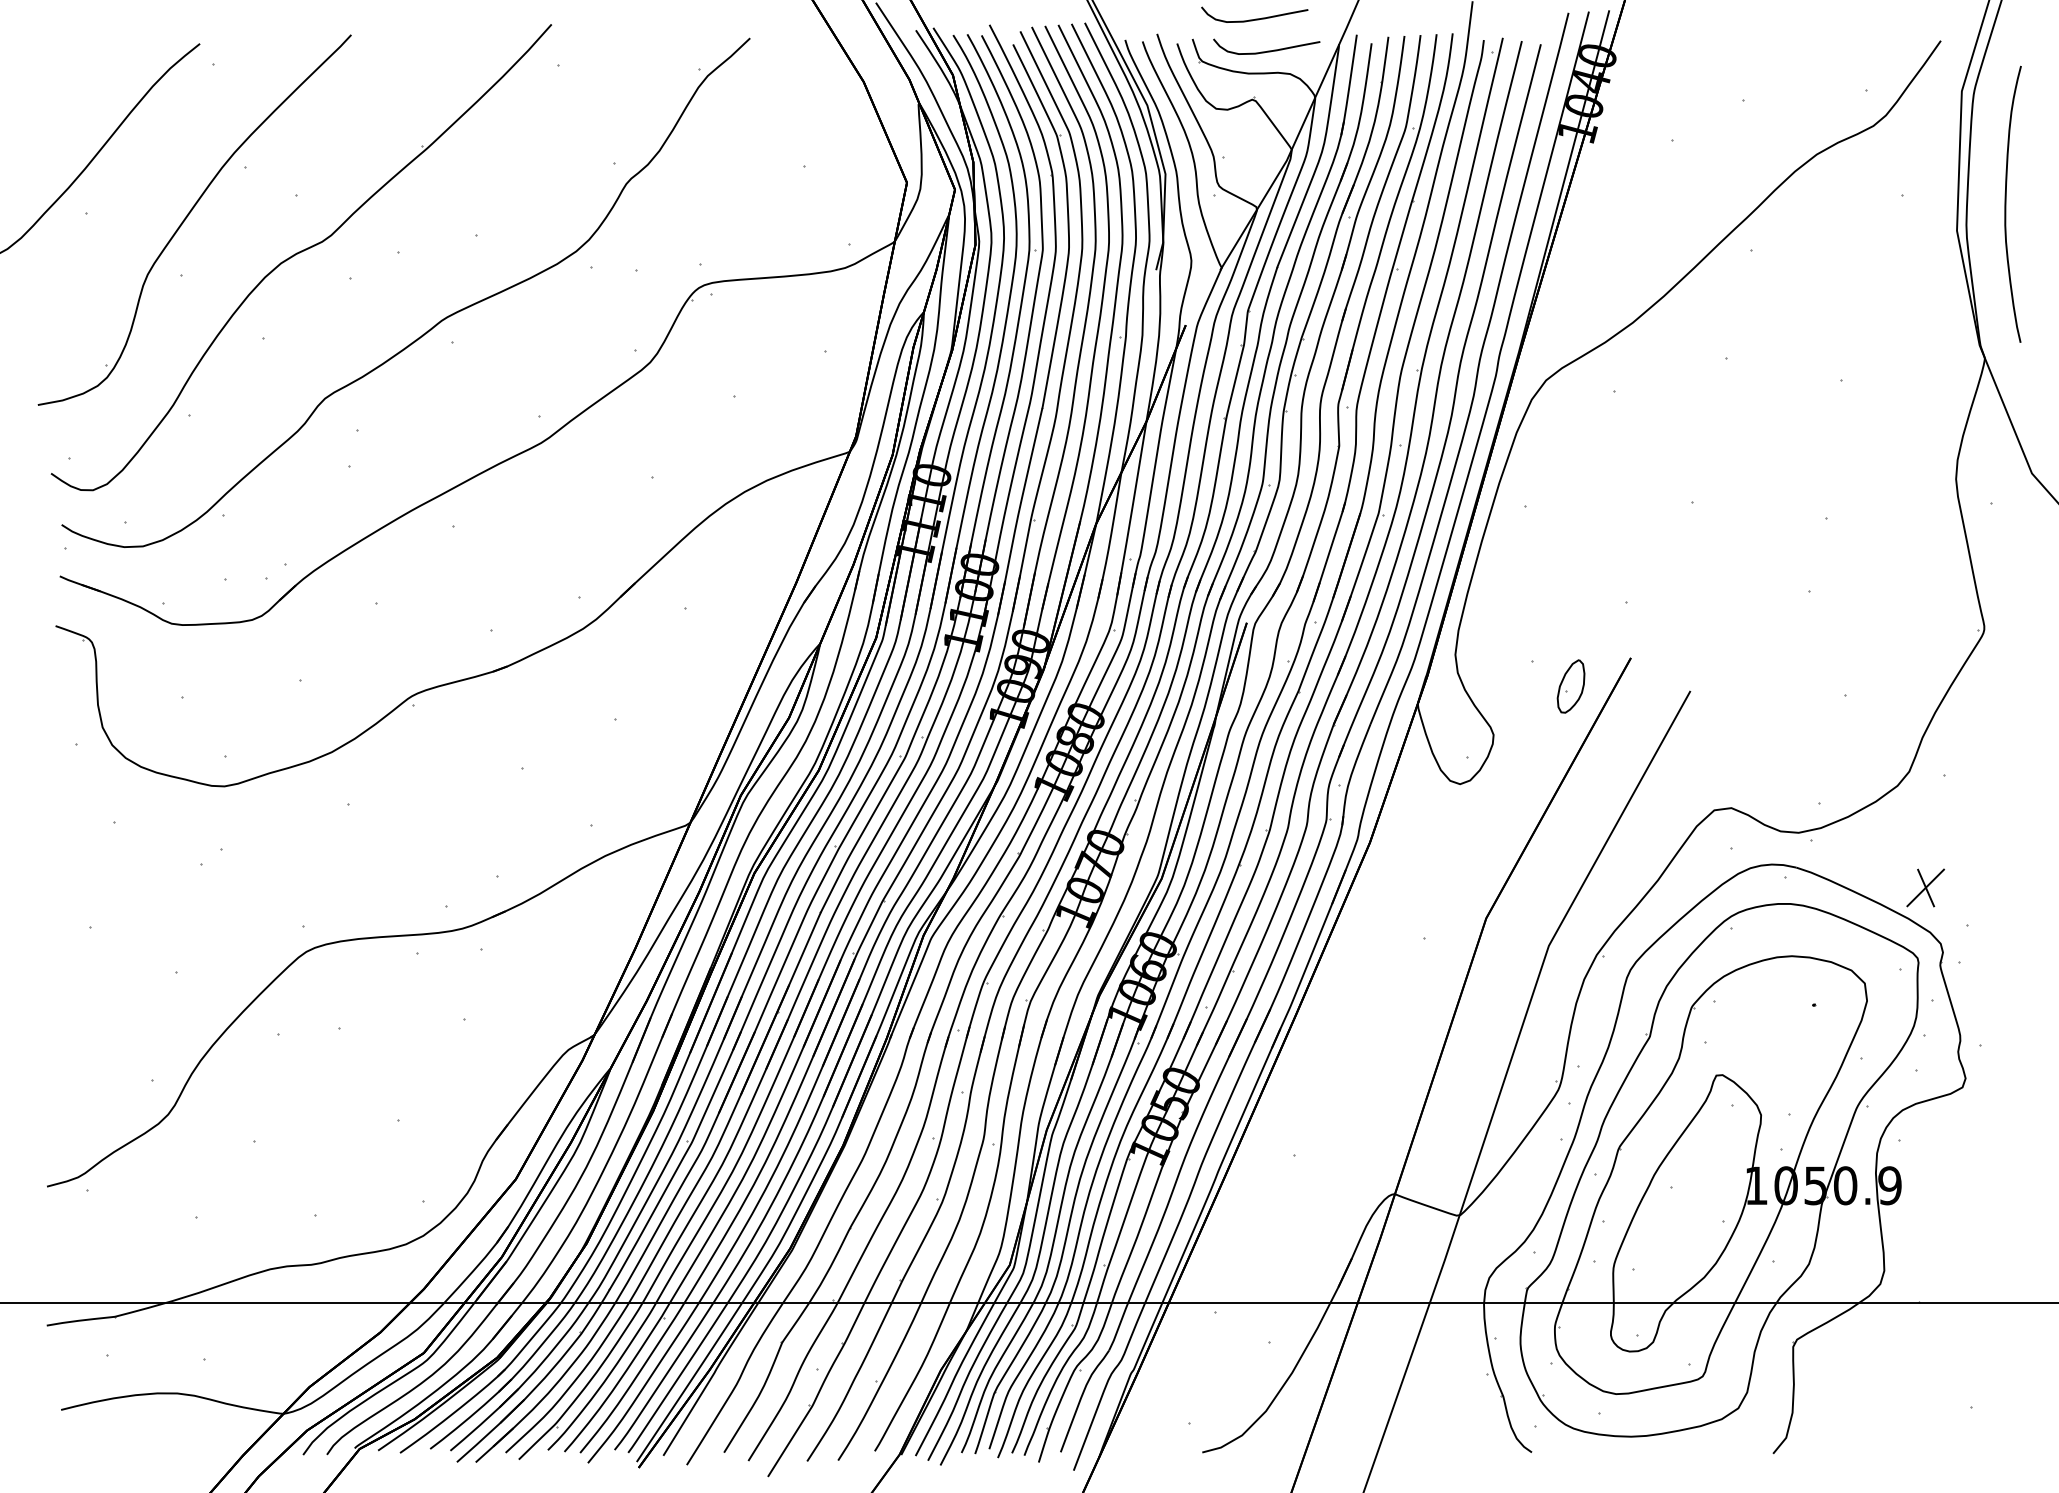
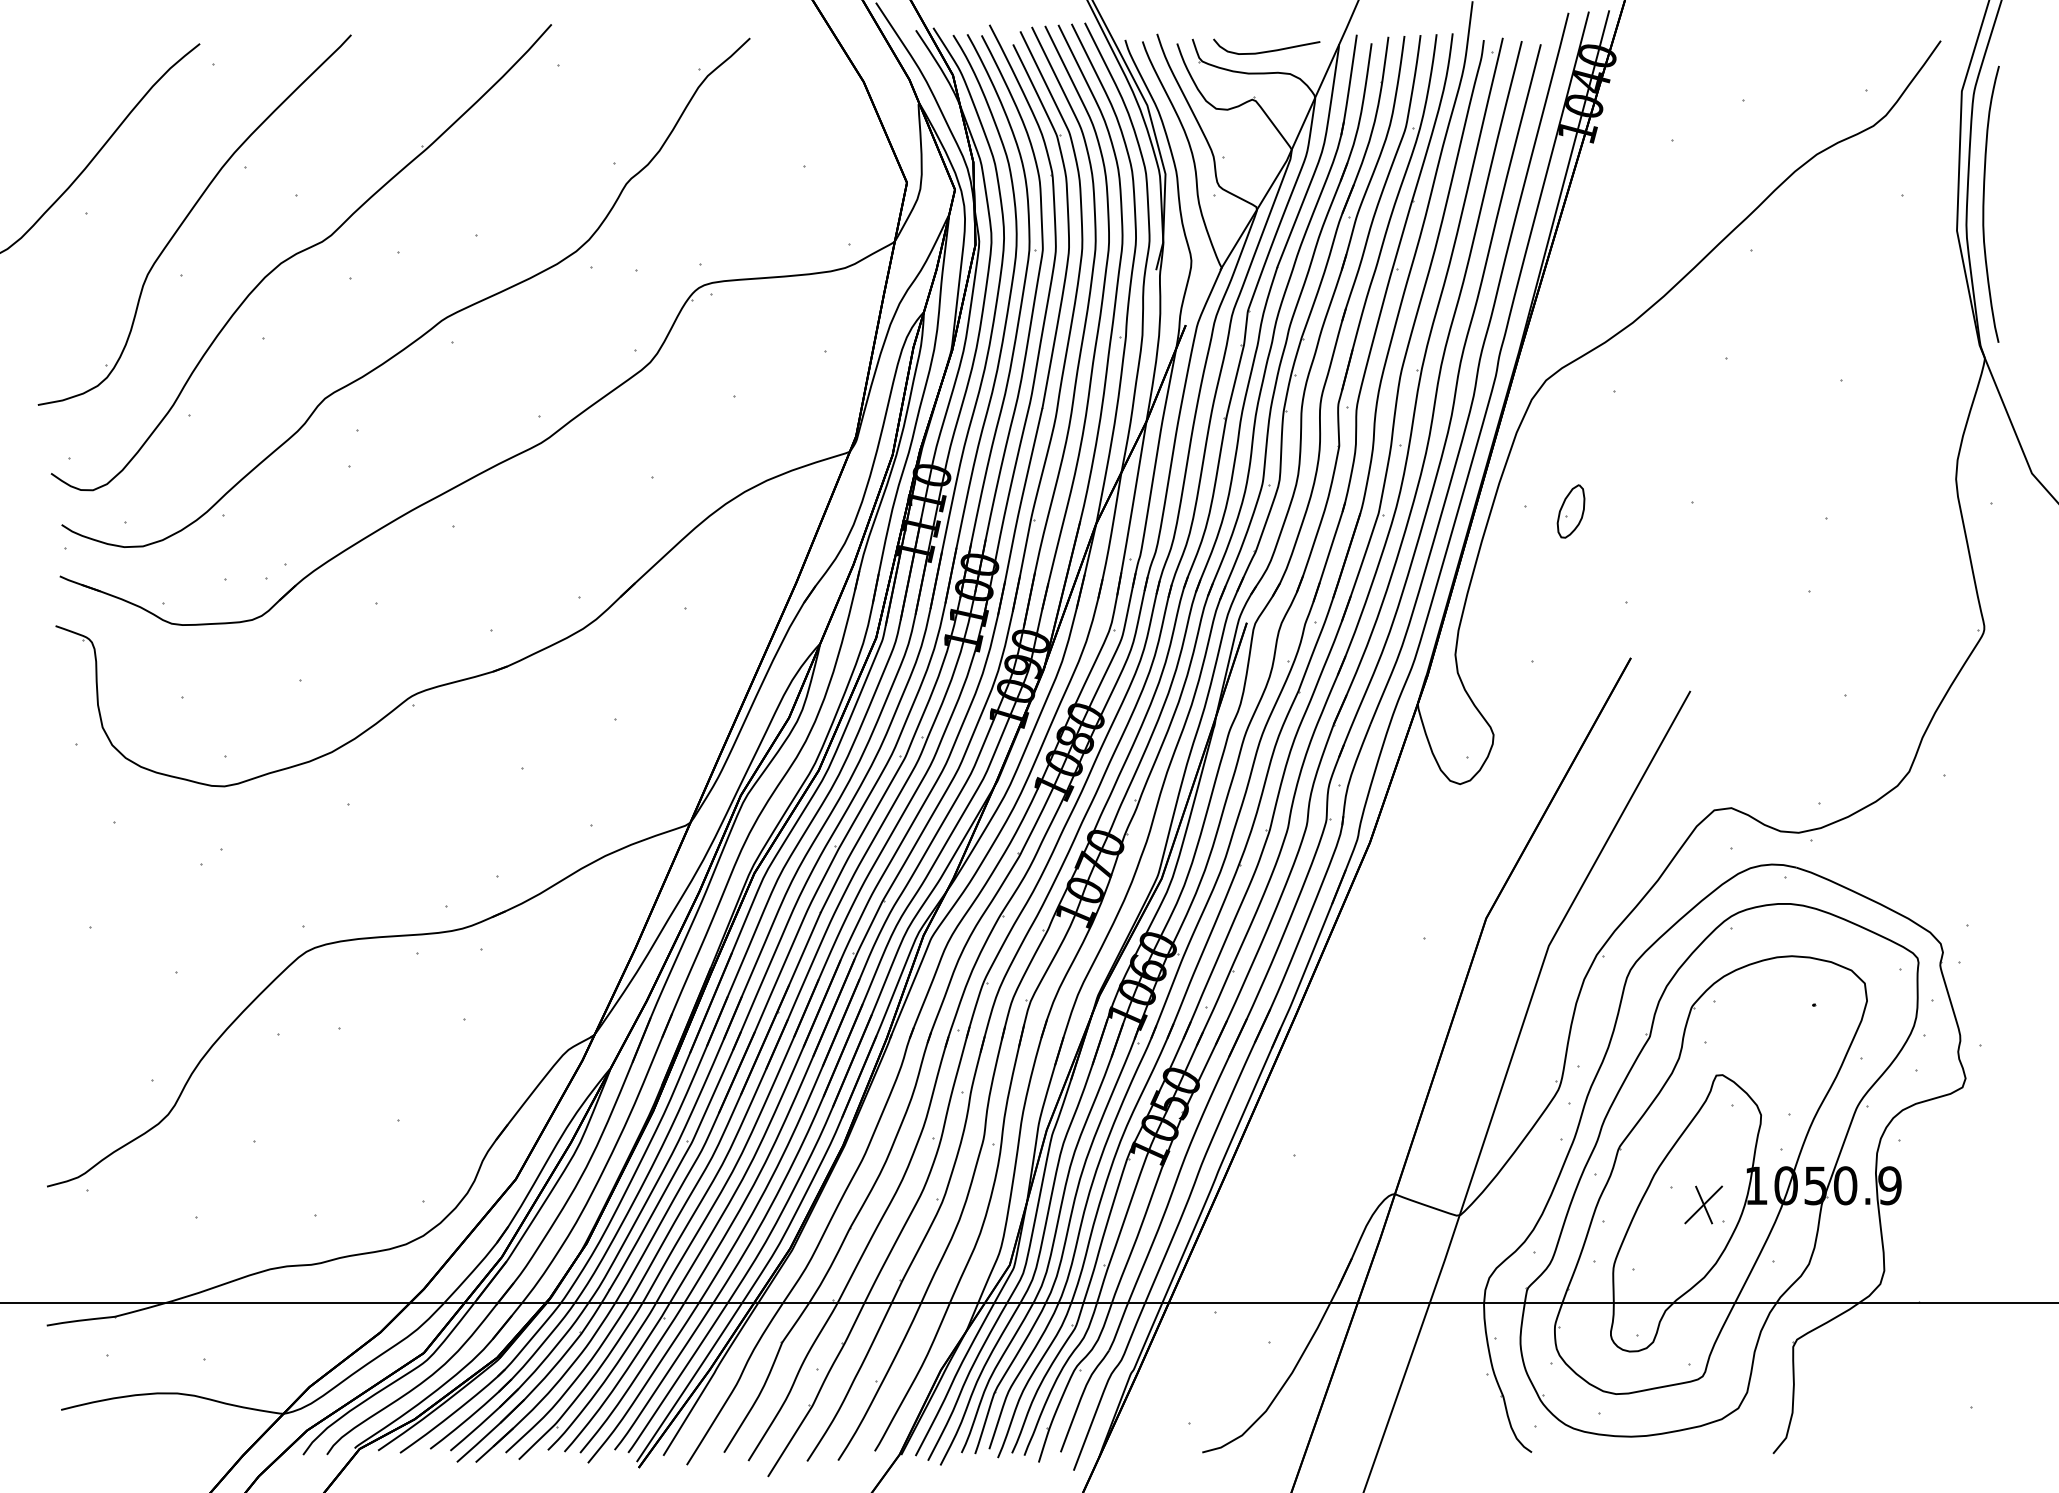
curve at (1255, 18): present -> none
curve at (2006, 203) position: (2006, 203) -> (1984, 203)
part at (1570, 686) position: (1570, 686) -> (1570, 511)
part at (1925, 887) position: (1925, 887) -> (1703, 1204)
